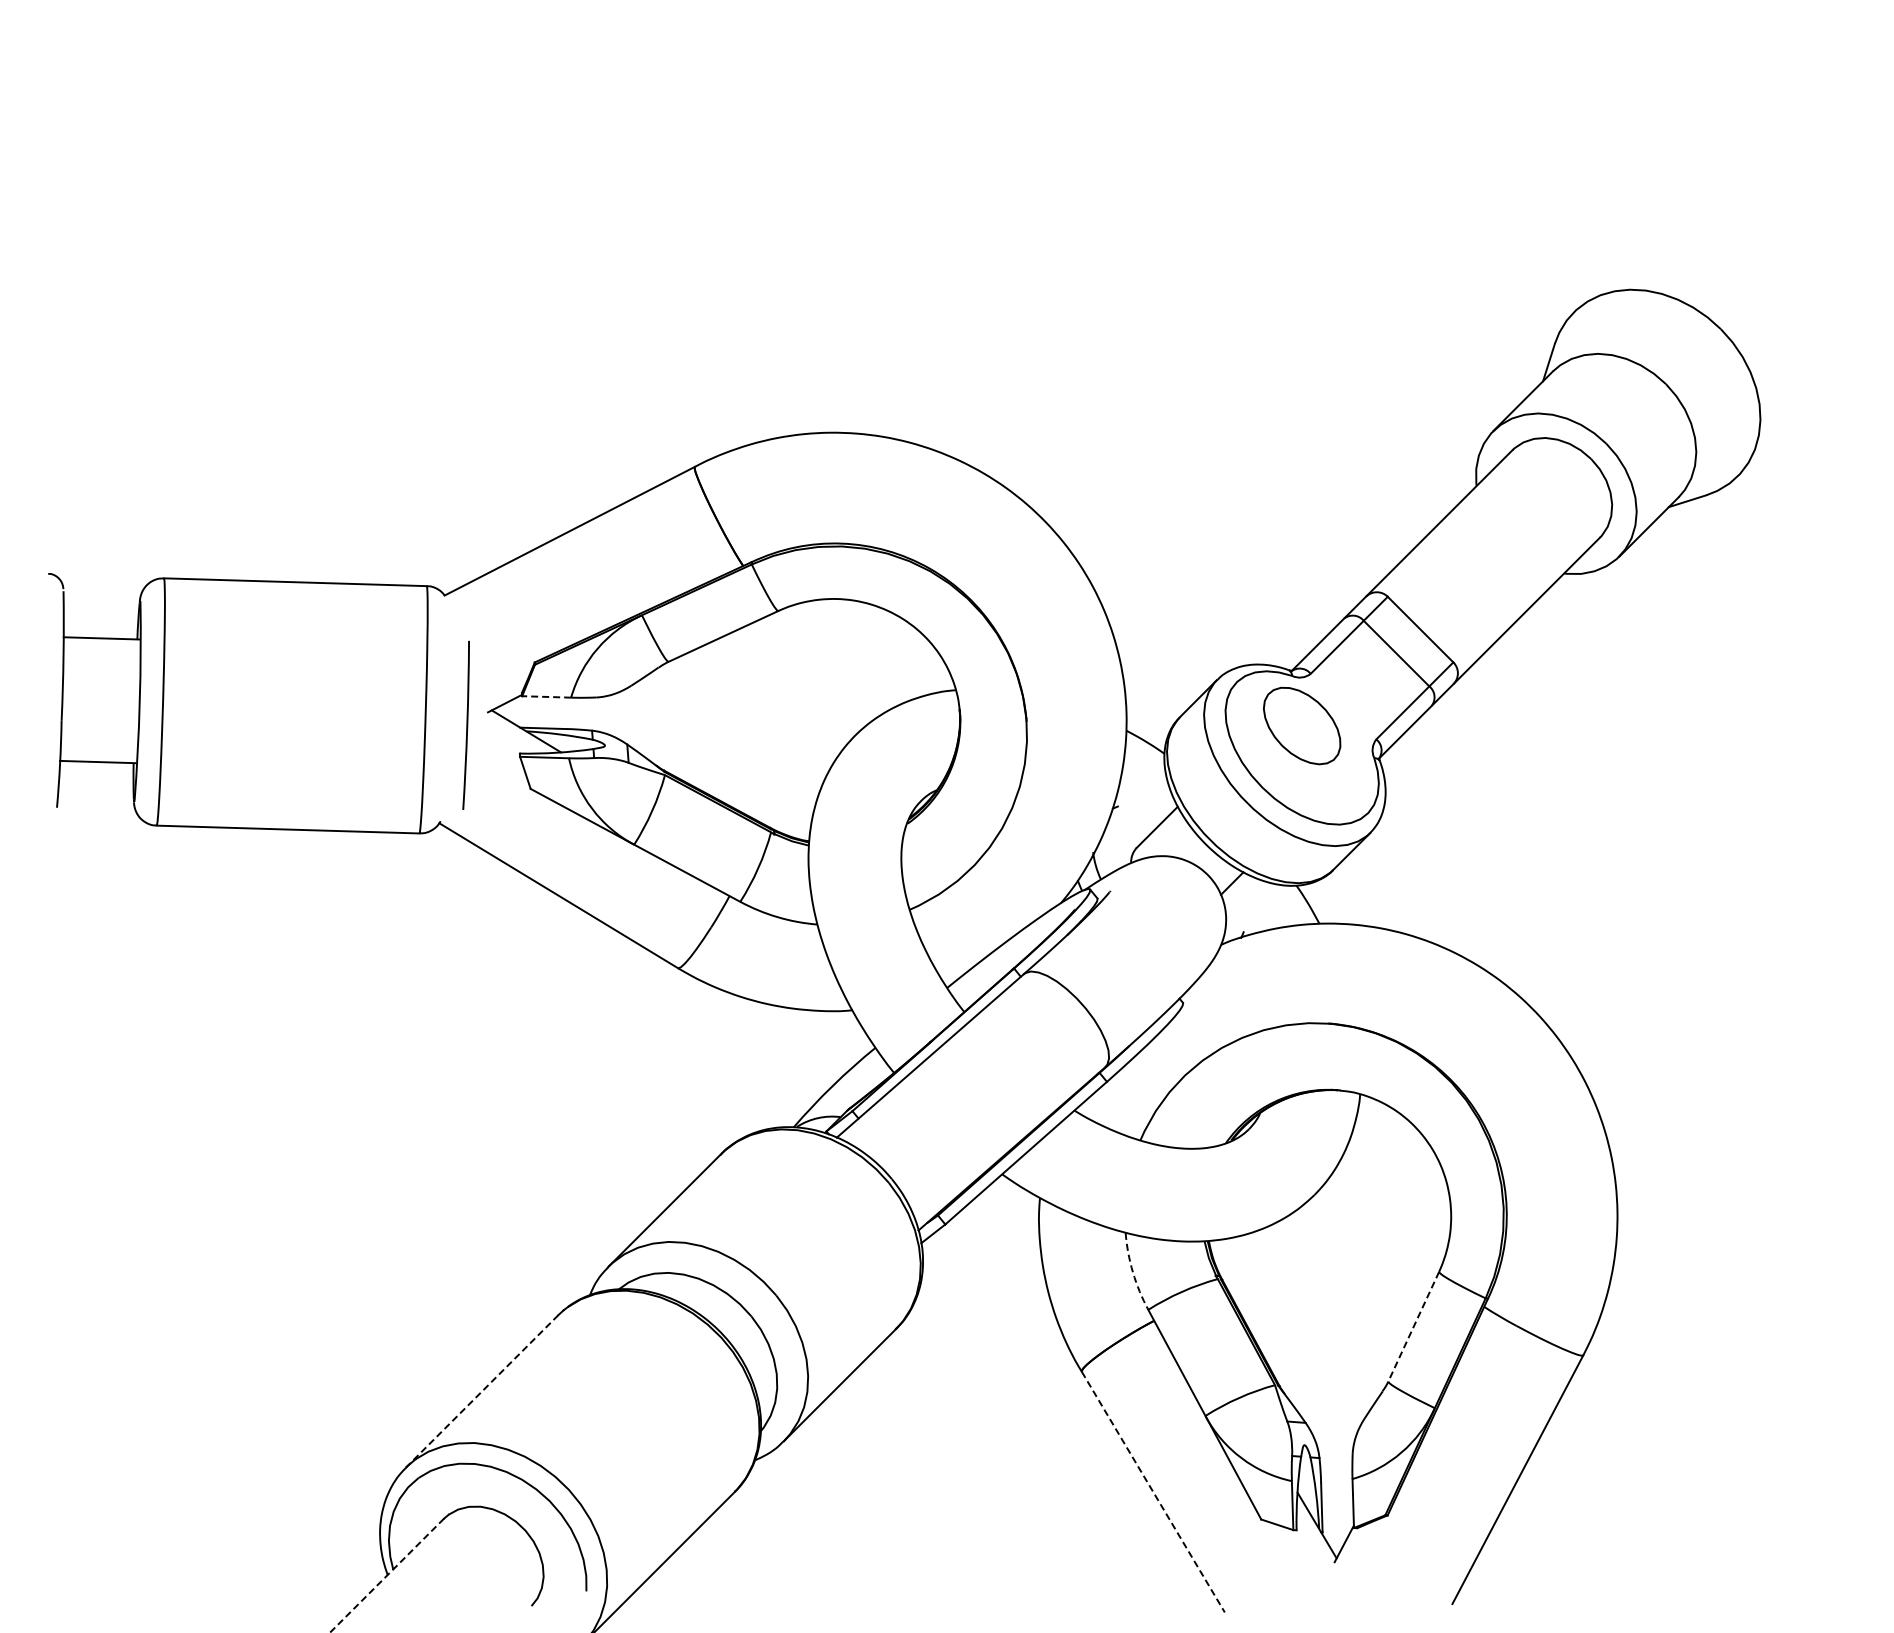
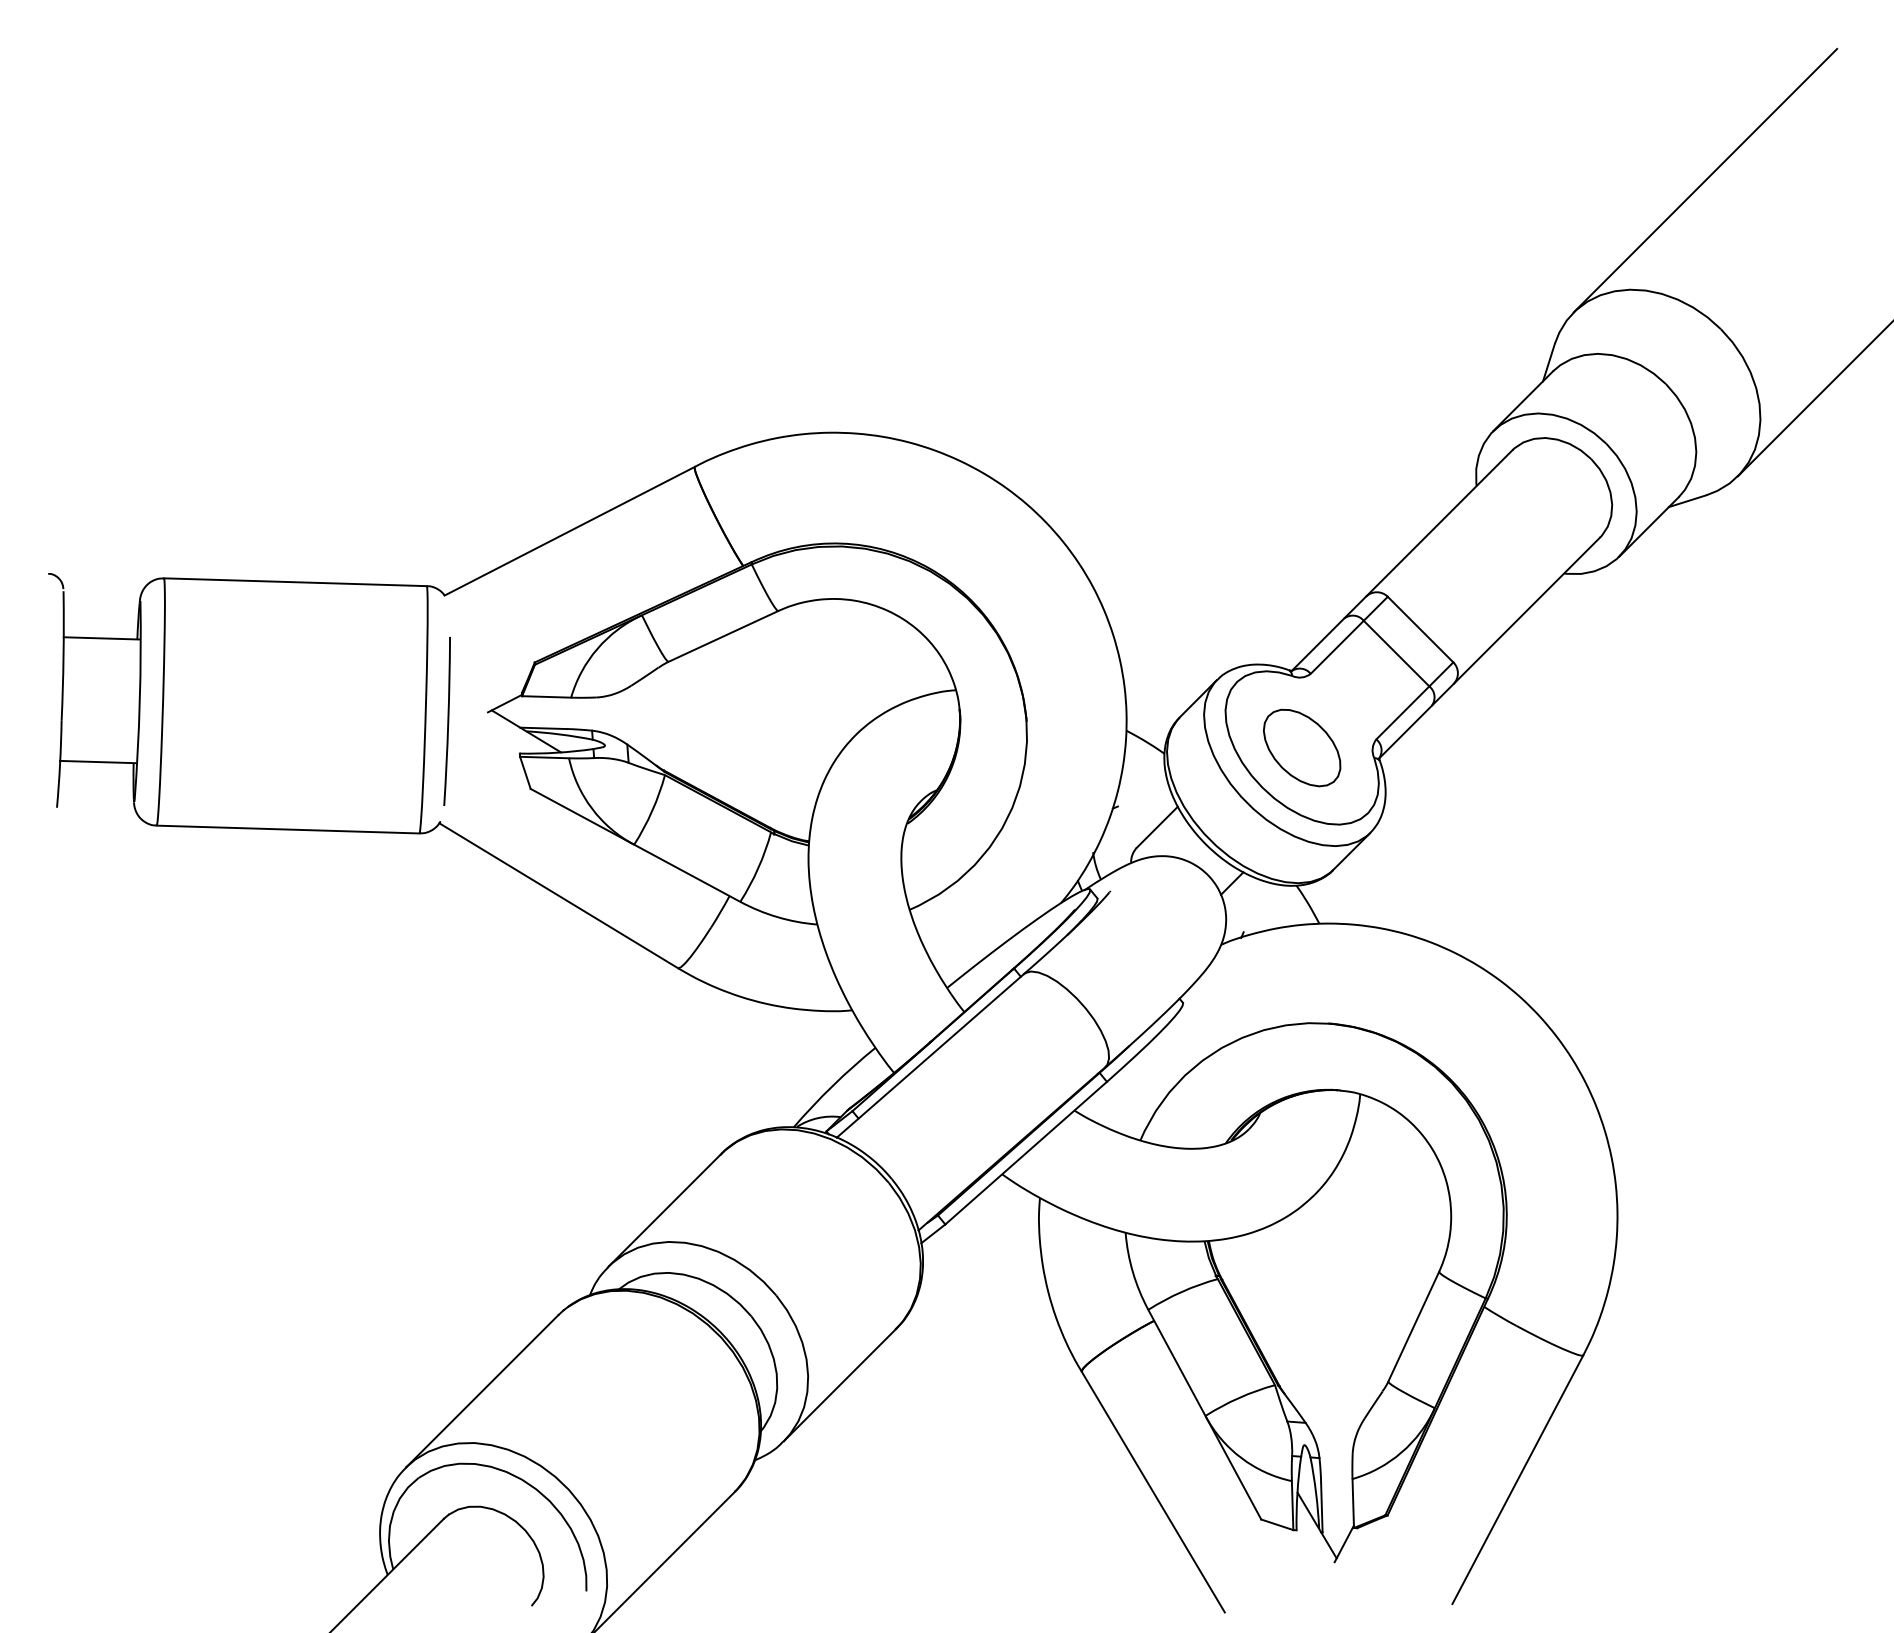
line at (1705, 180): none -> present
line at (1813, 399): none -> present
line at (546, 696): dashed -> solid
arc at (466, 724) position: (466, 724) -> (447, 720)
part at (1302, 725) position: (1302, 725) -> (1302, 747)
arc at (1133, 1272): dashed -> solid
line at (1413, 1327): dashed -> solid
line at (482, 1391): dashed -> solid
line at (1153, 1492): dashed -> solid
line at (386, 1575): dashed -> solid
